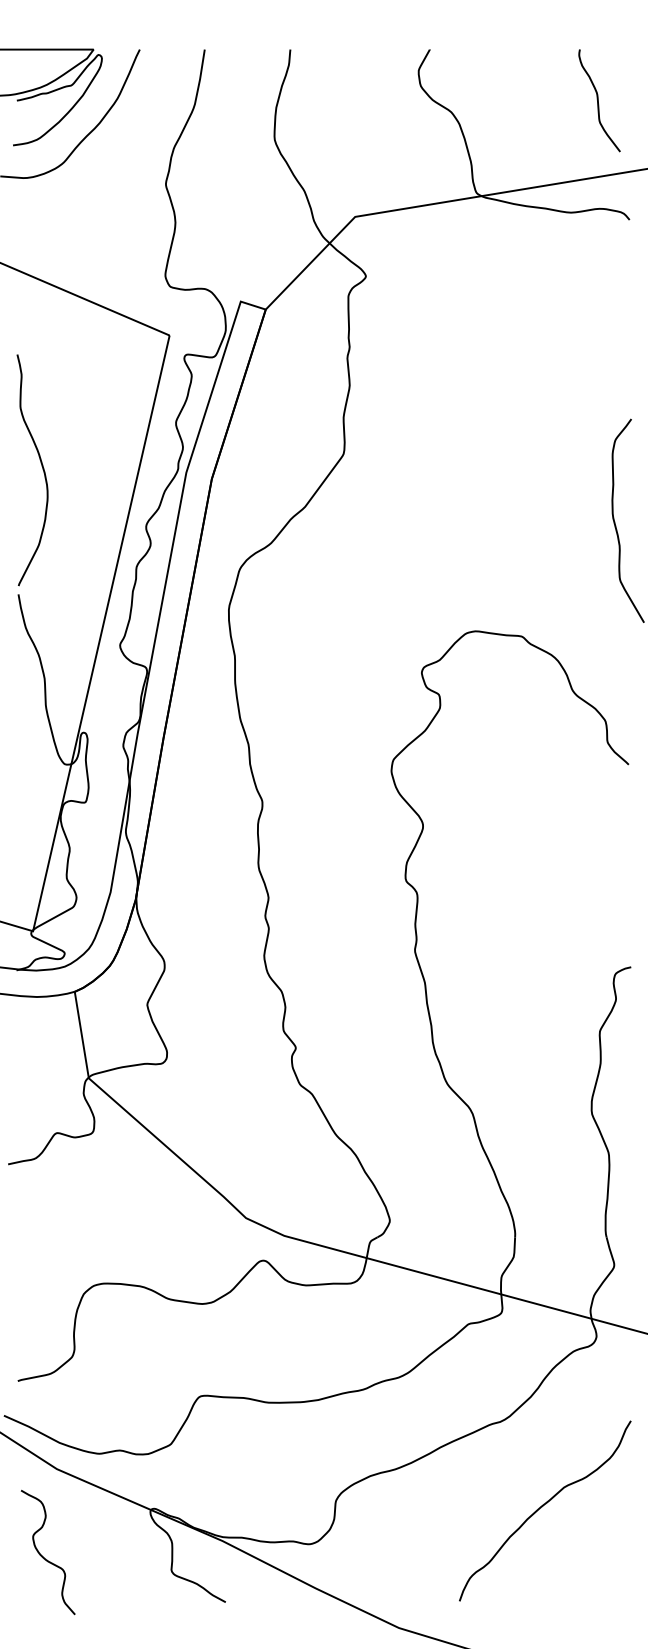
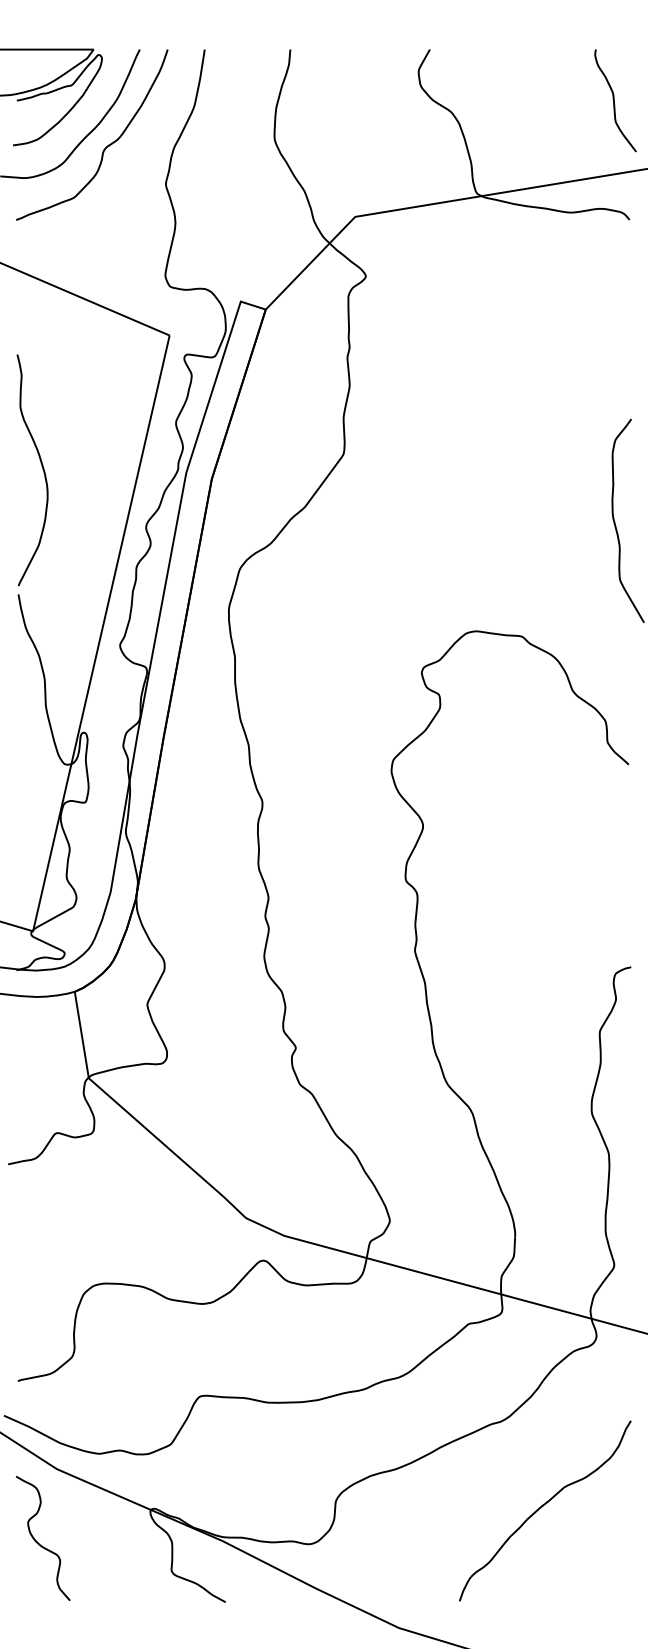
curve at (598, 100) position: (598, 100) -> (614, 100)
curve at (105, 147): none -> present
curve at (43, 1556) position: (43, 1556) -> (38, 1542)
